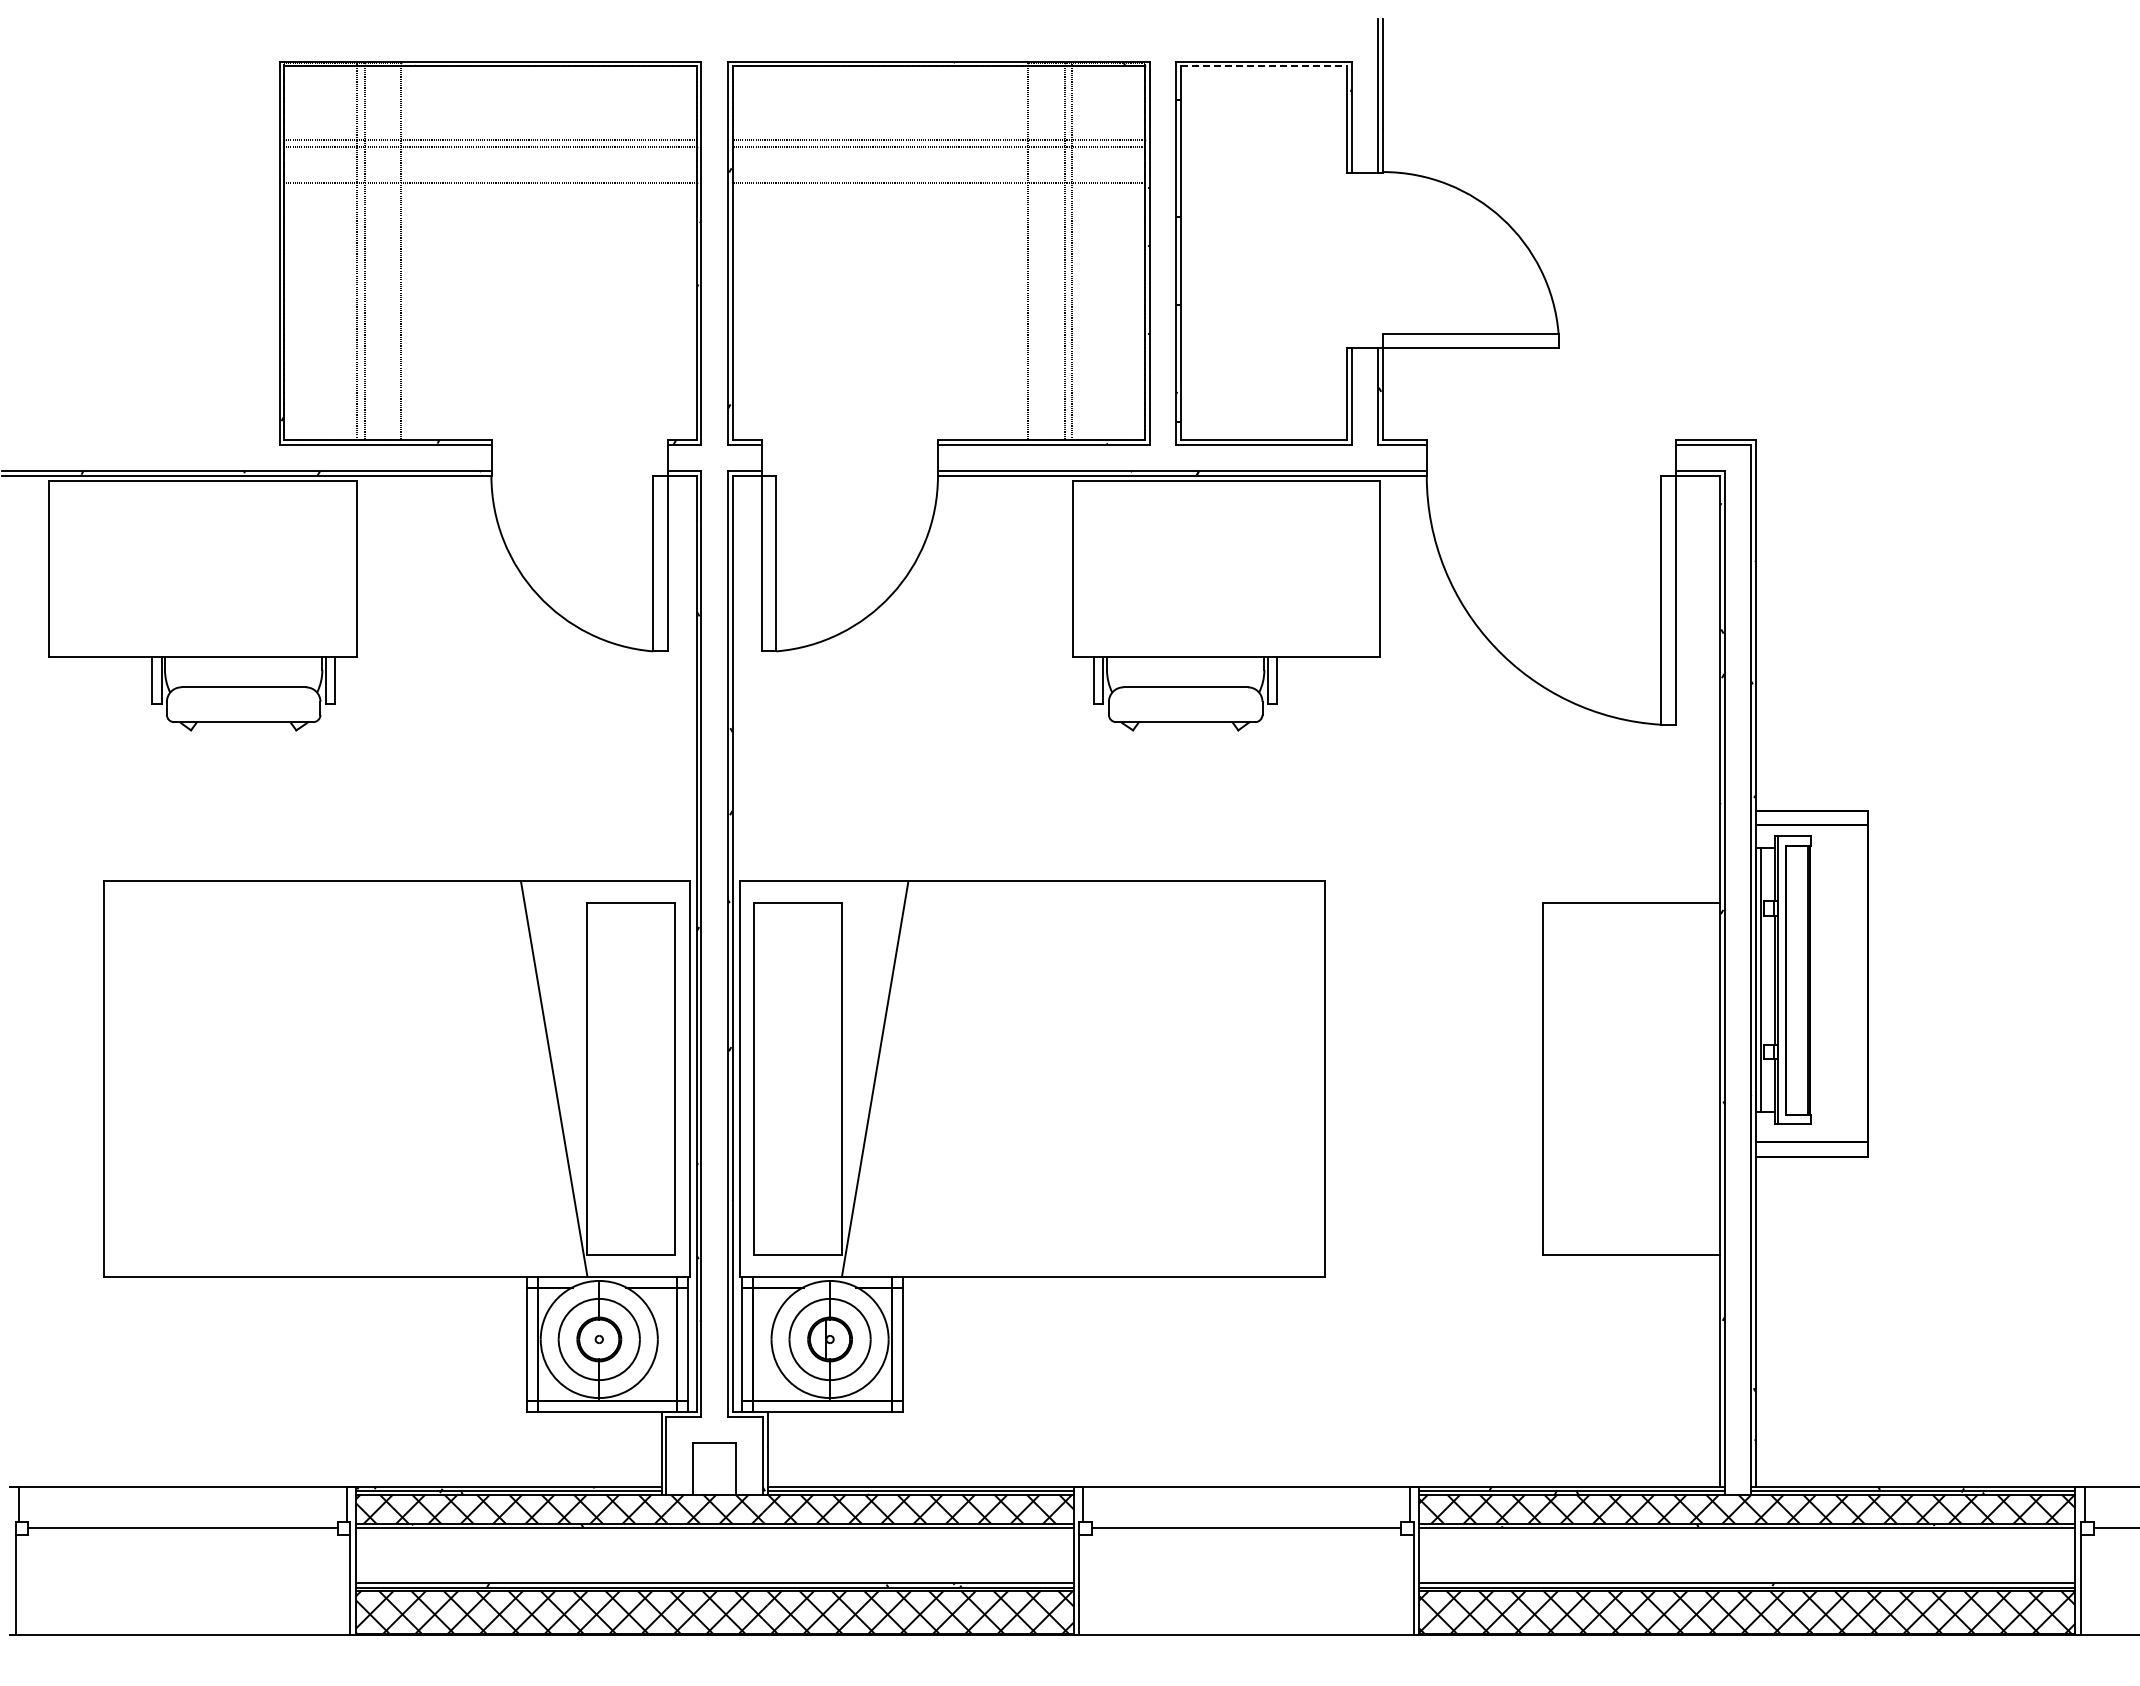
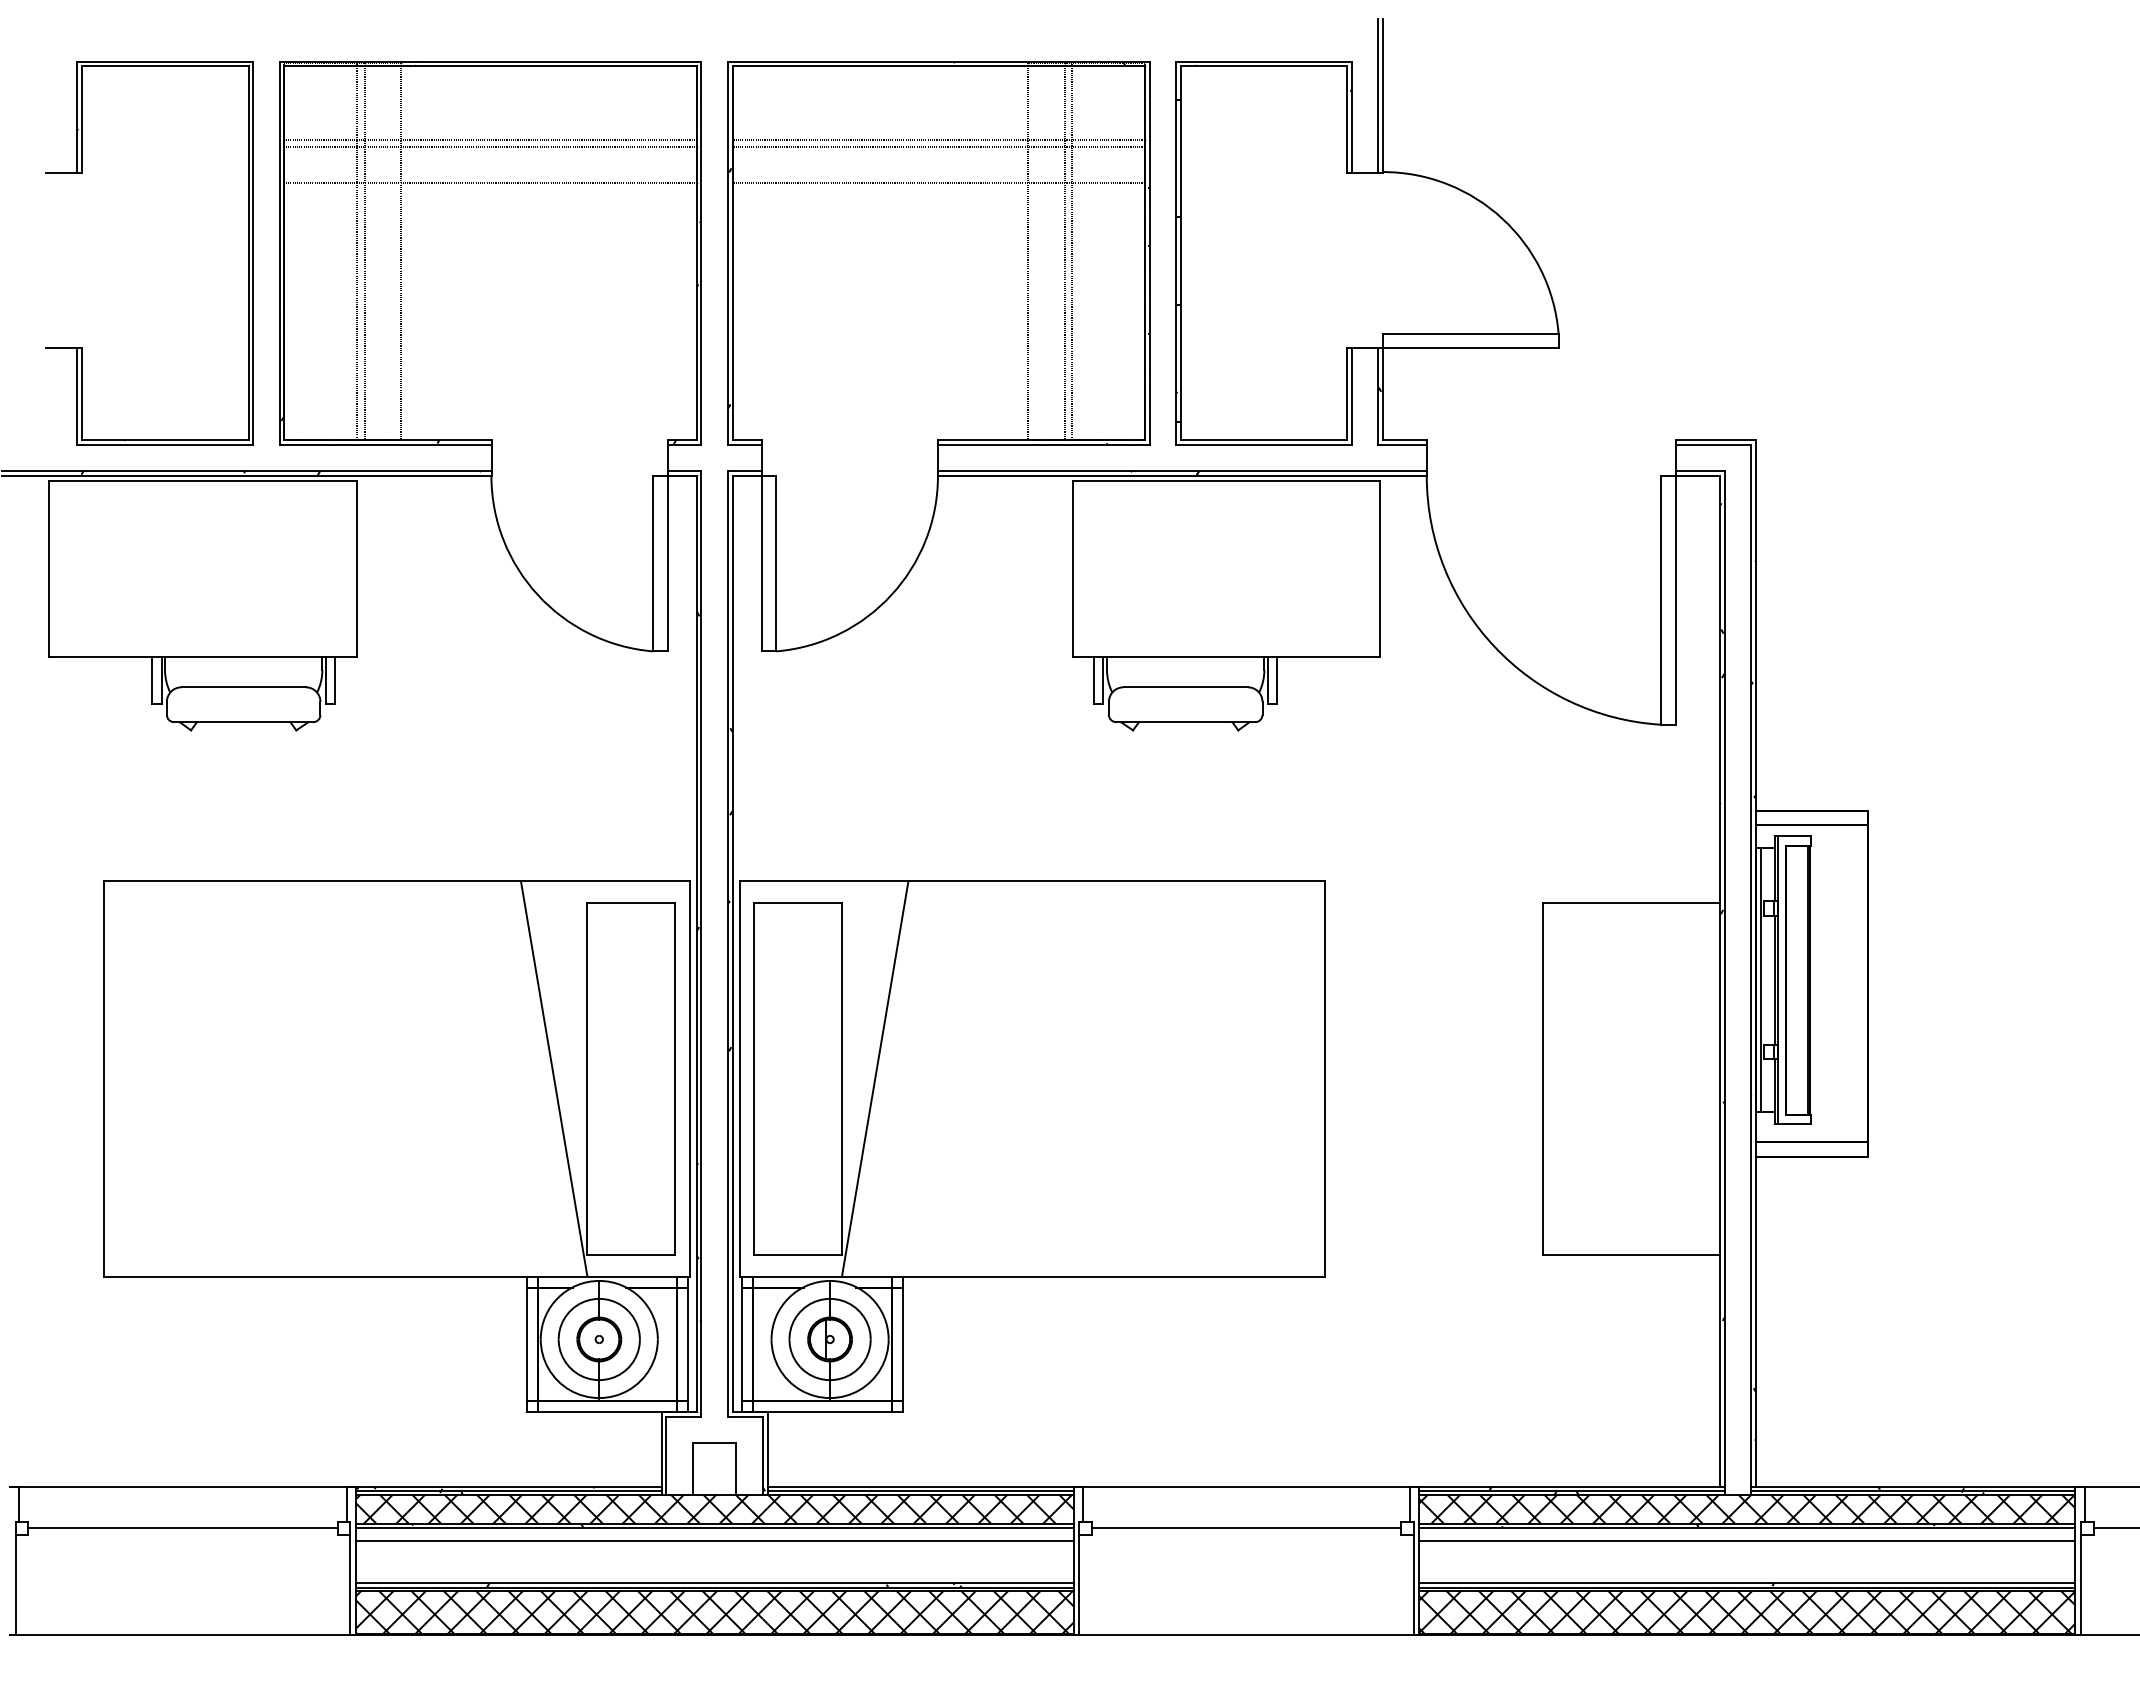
line at (1264, 66): dashed -> solid
part at (248, 253): none -> present
line at (714, 1540): none -> present
line at (1747, 1540): none -> present
